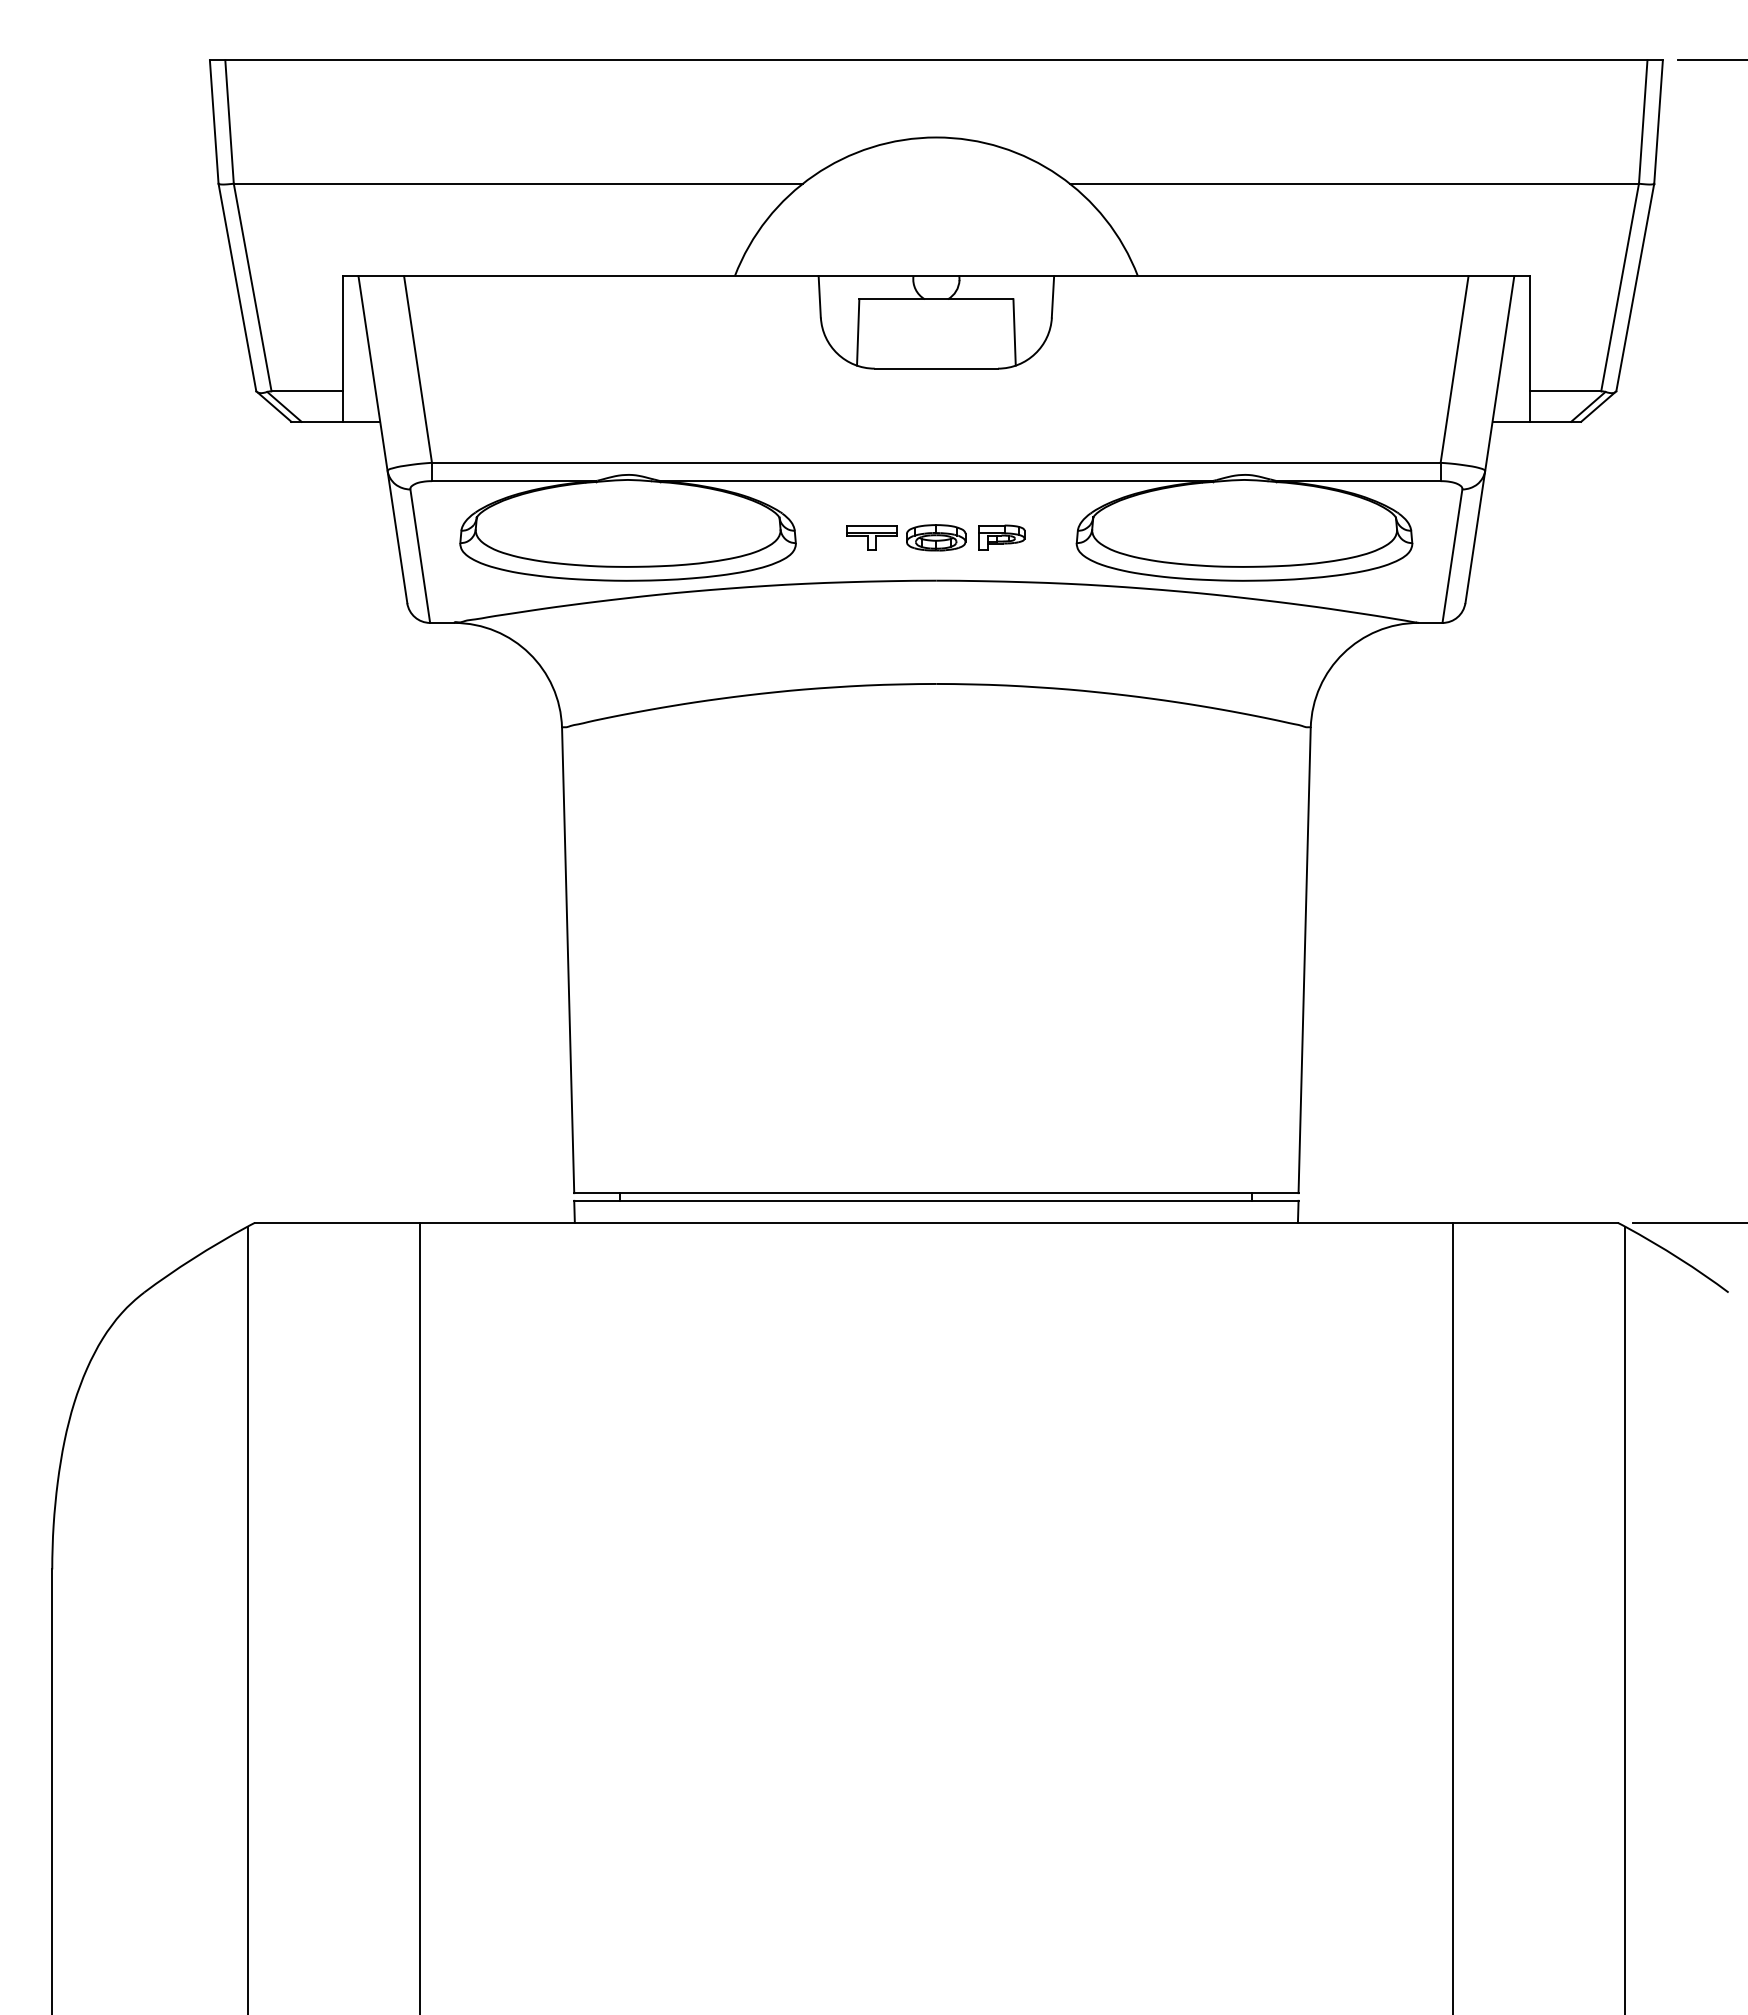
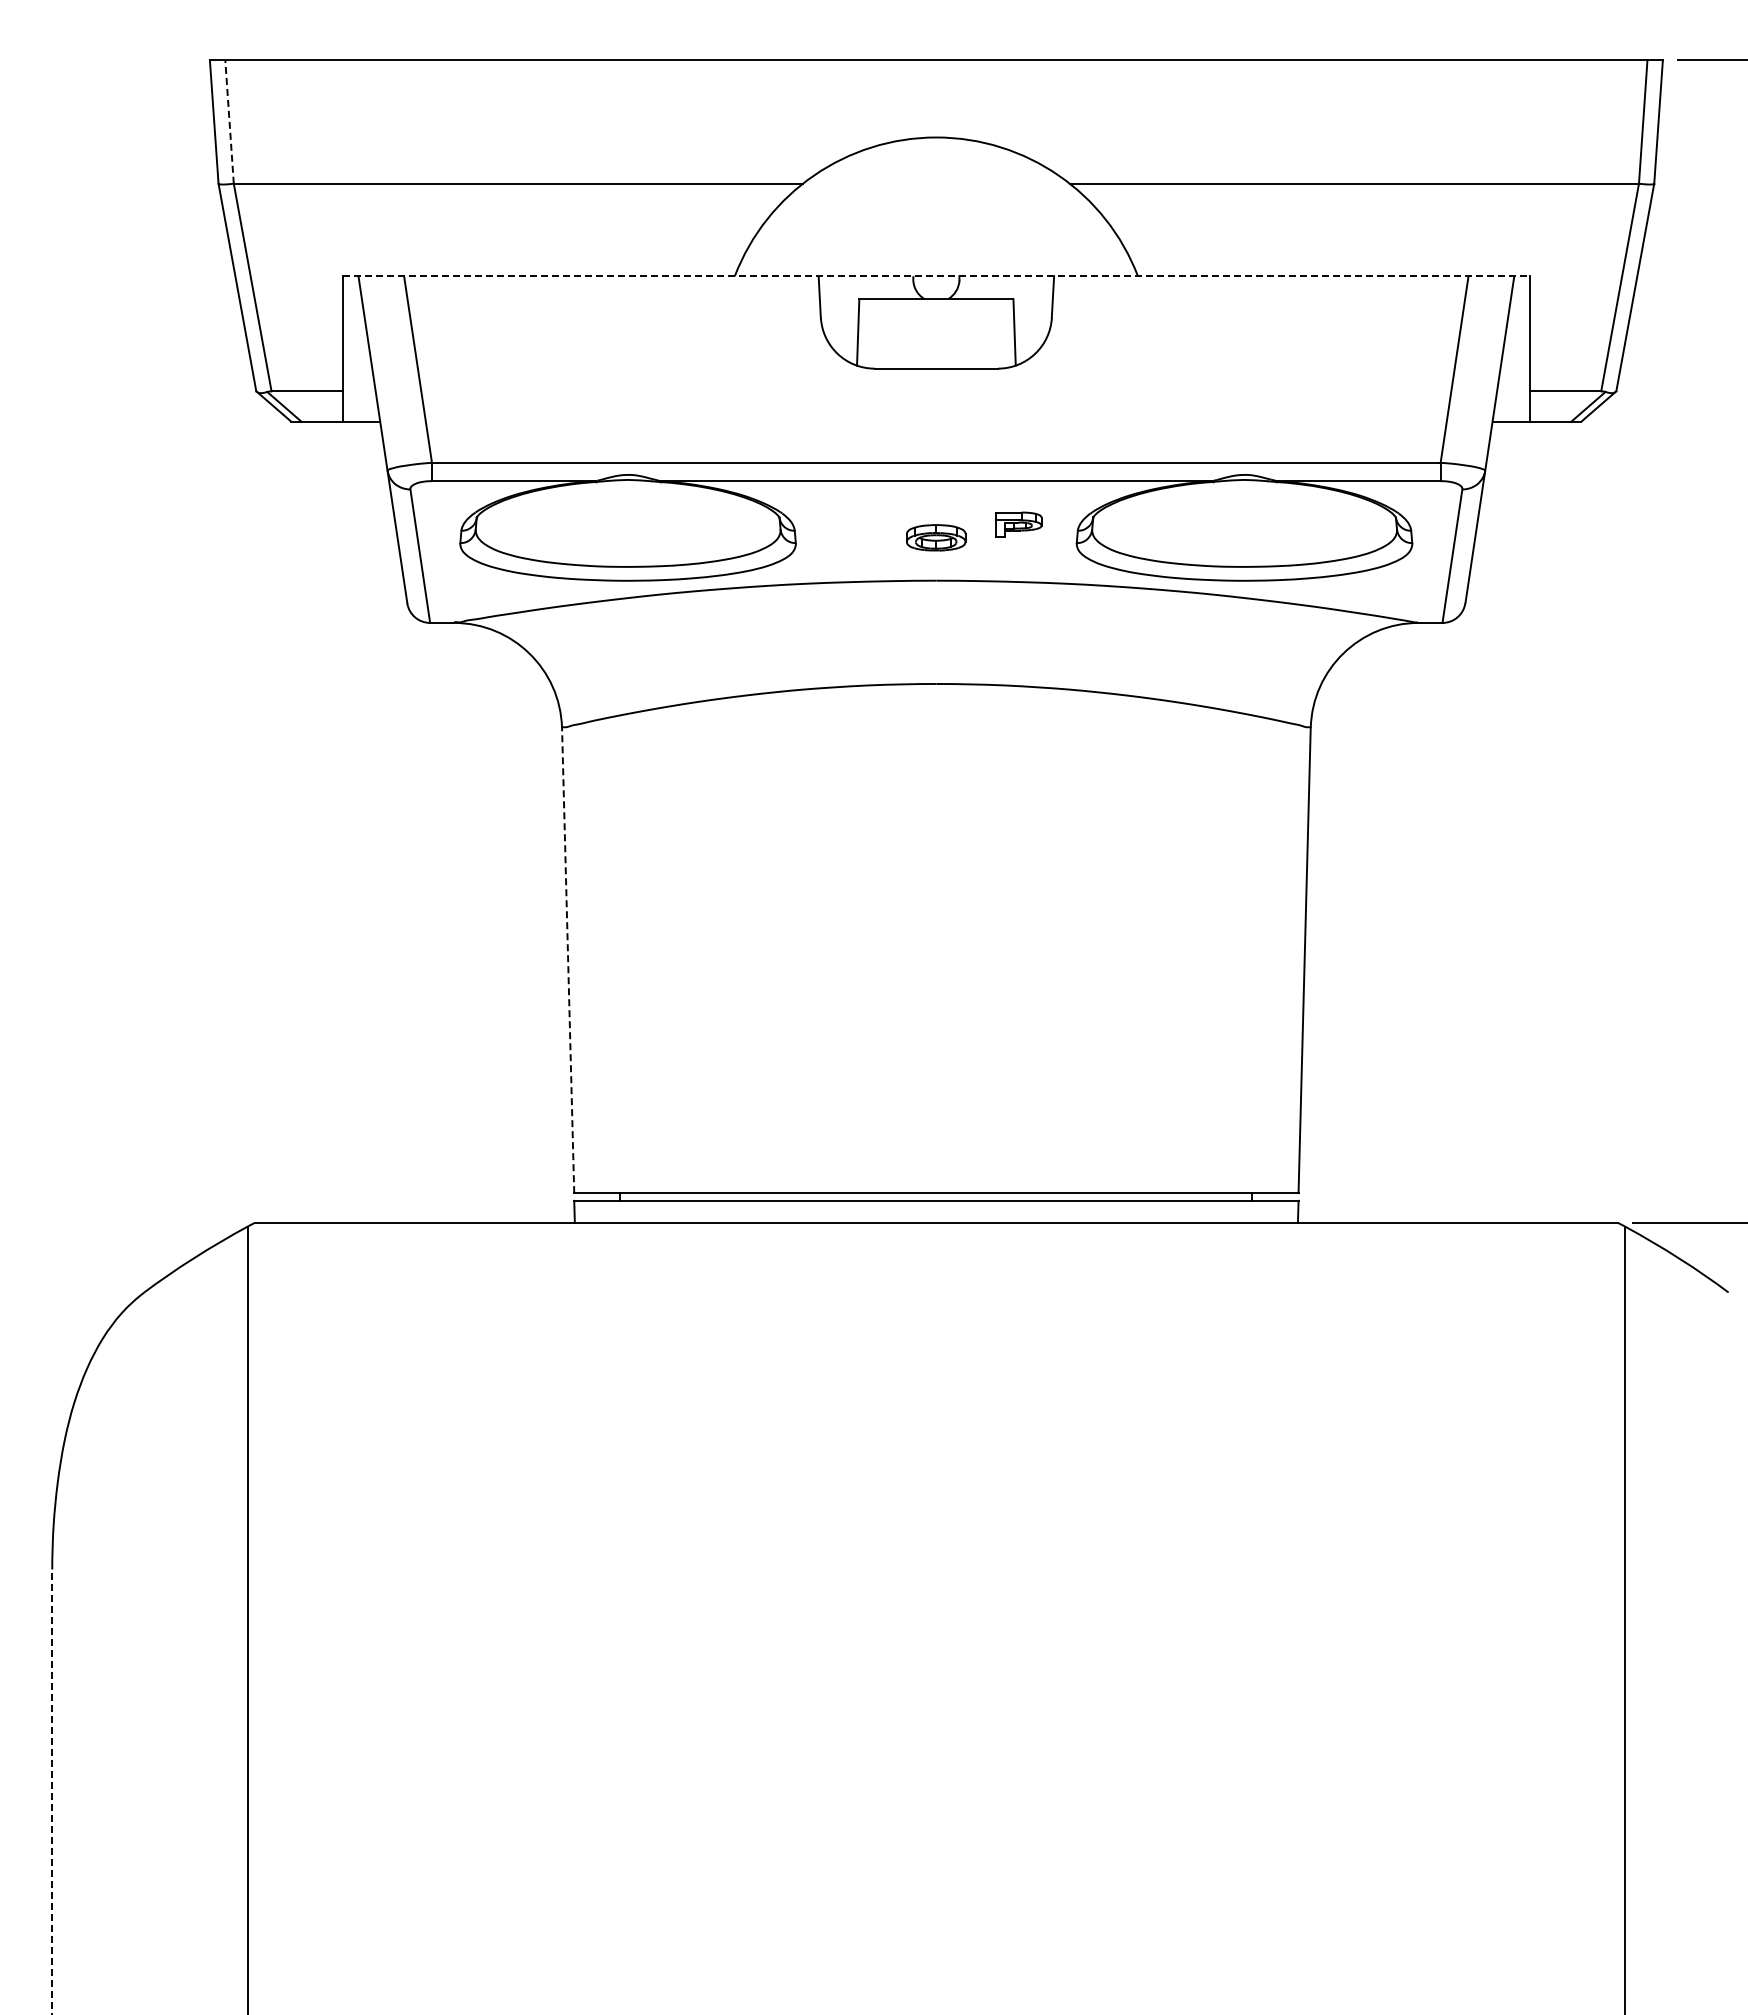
line at (229, 122): solid -> dashed
line at (936, 276): solid -> dashed
part at (871, 537): present -> none
part at (1001, 537) position: (1001, 537) -> (1018, 524)
line at (568, 960): solid -> dashed
line at (419, 1616): present -> none
line at (1452, 1616): present -> none
line at (52, 1791): solid -> dashed
